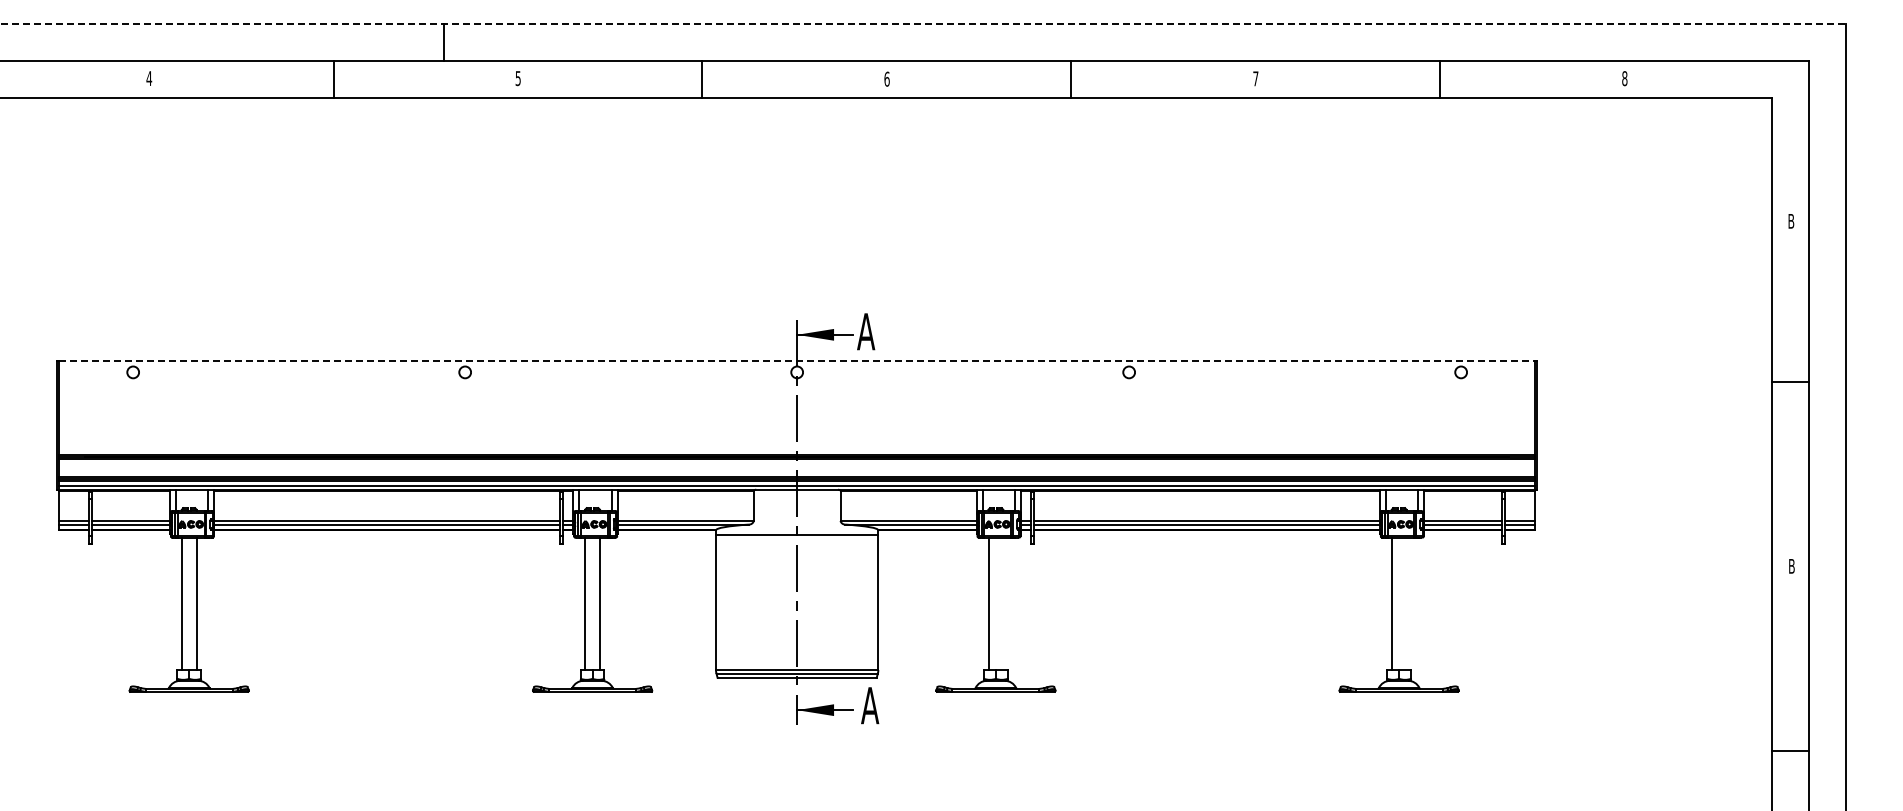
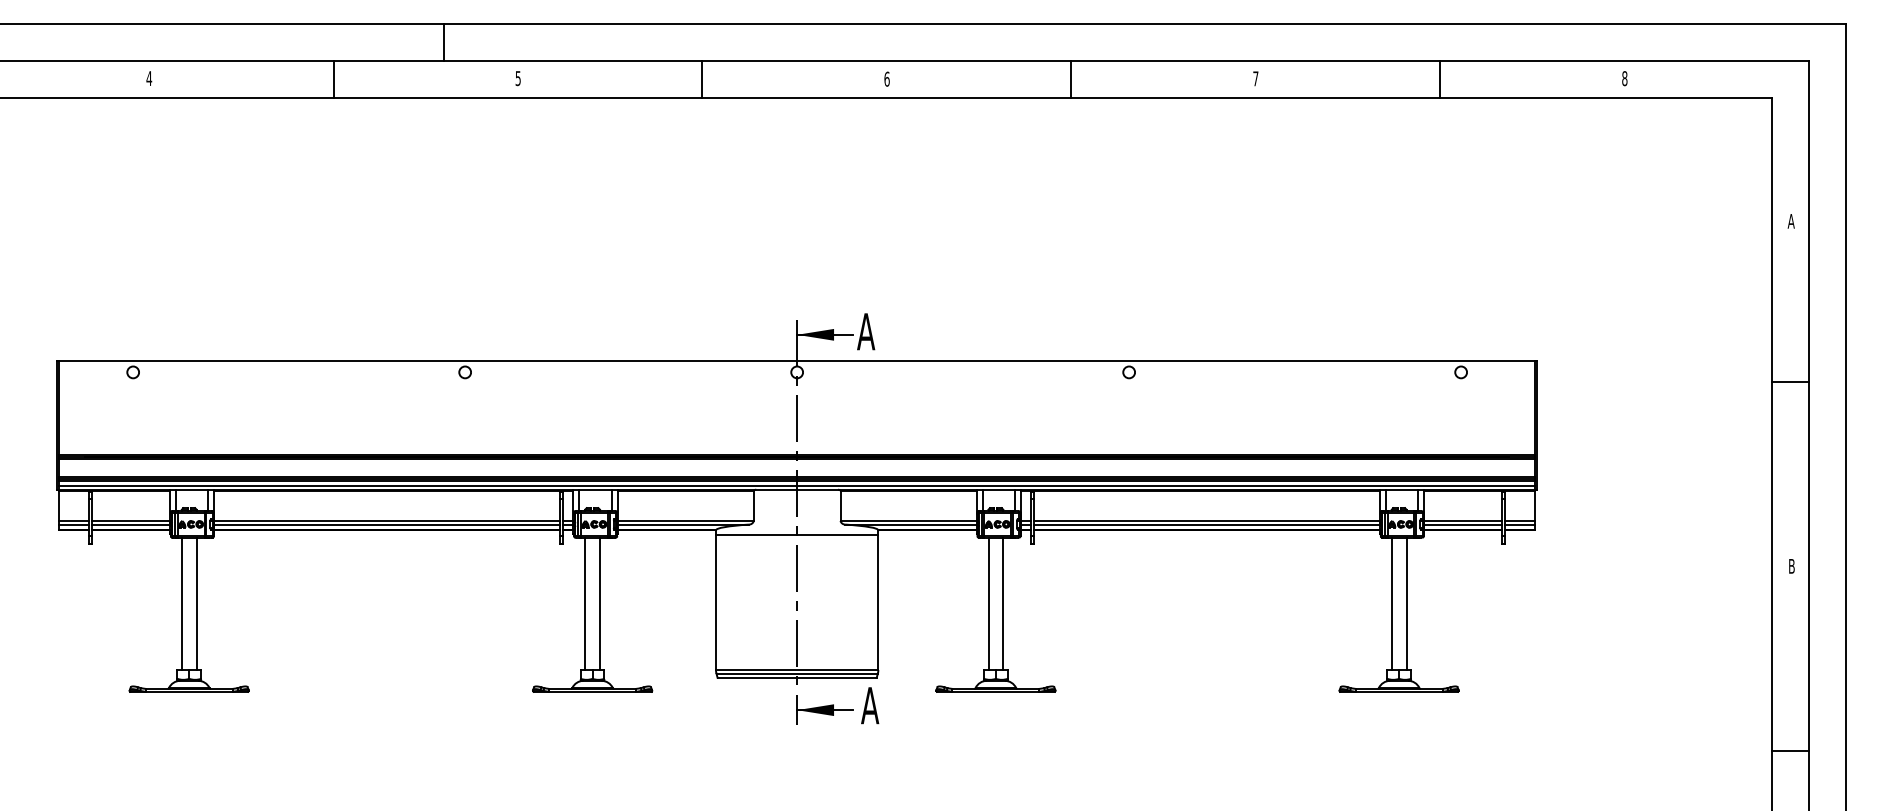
line at (923, 24): dashed -> solid
text at (1790, 221): B -> A
line at (797, 360): dashed -> solid
line at (1003, 603): none -> present
line at (1406, 603): none -> present
